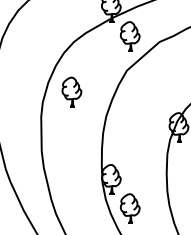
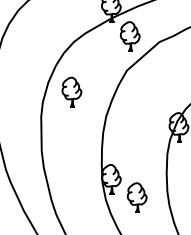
part at (130, 208) position: (130, 208) -> (137, 197)
